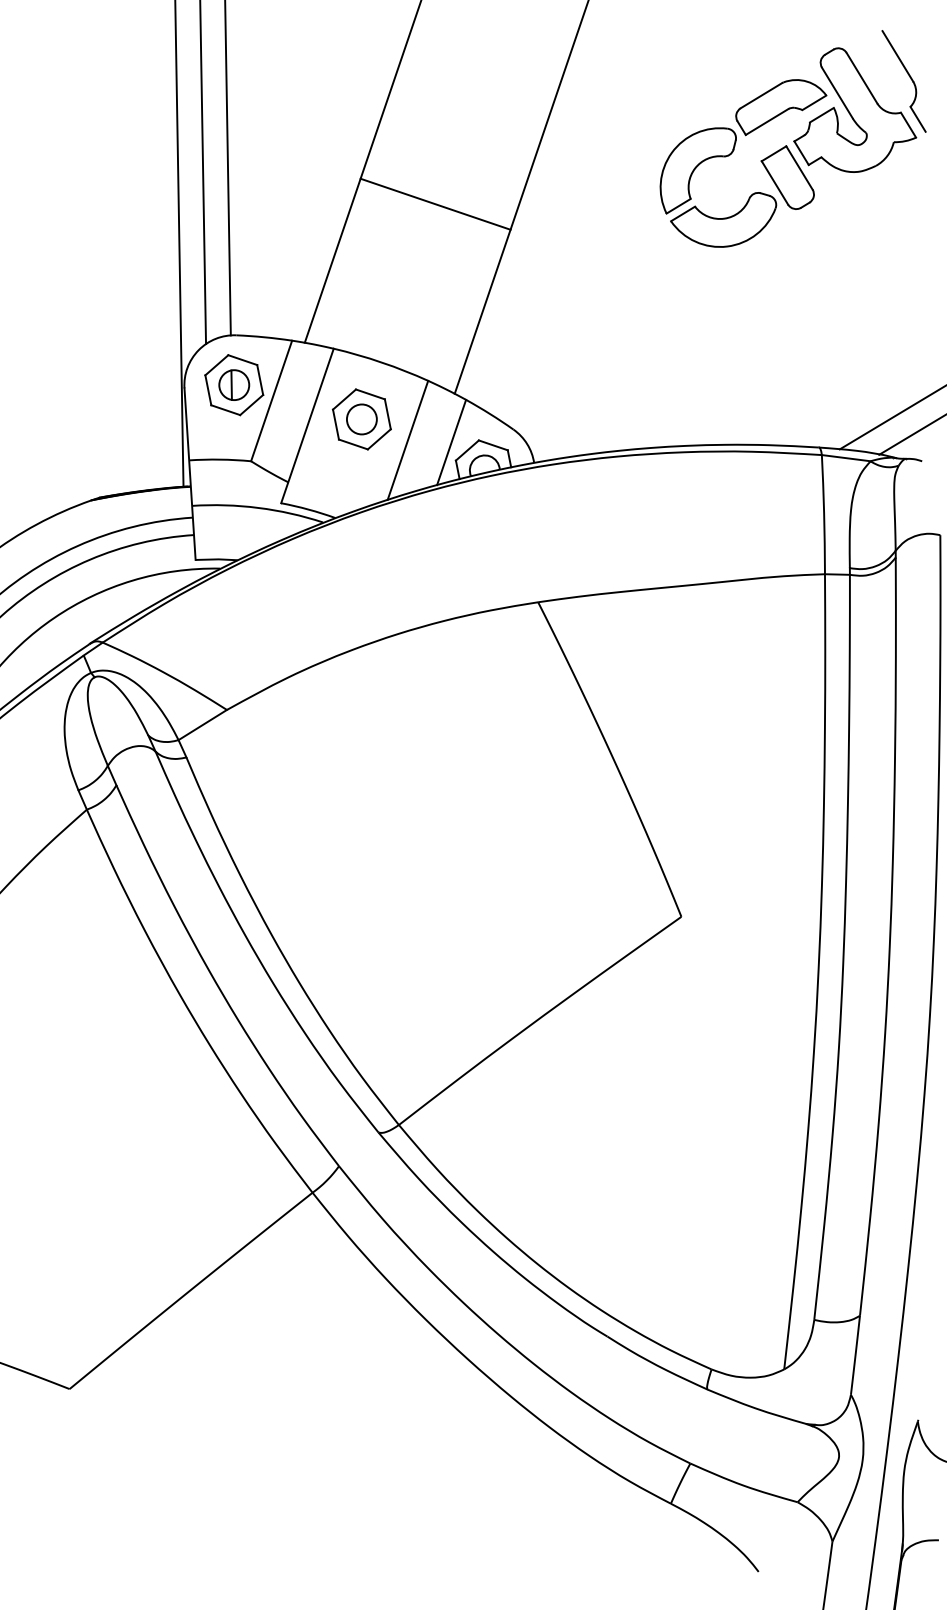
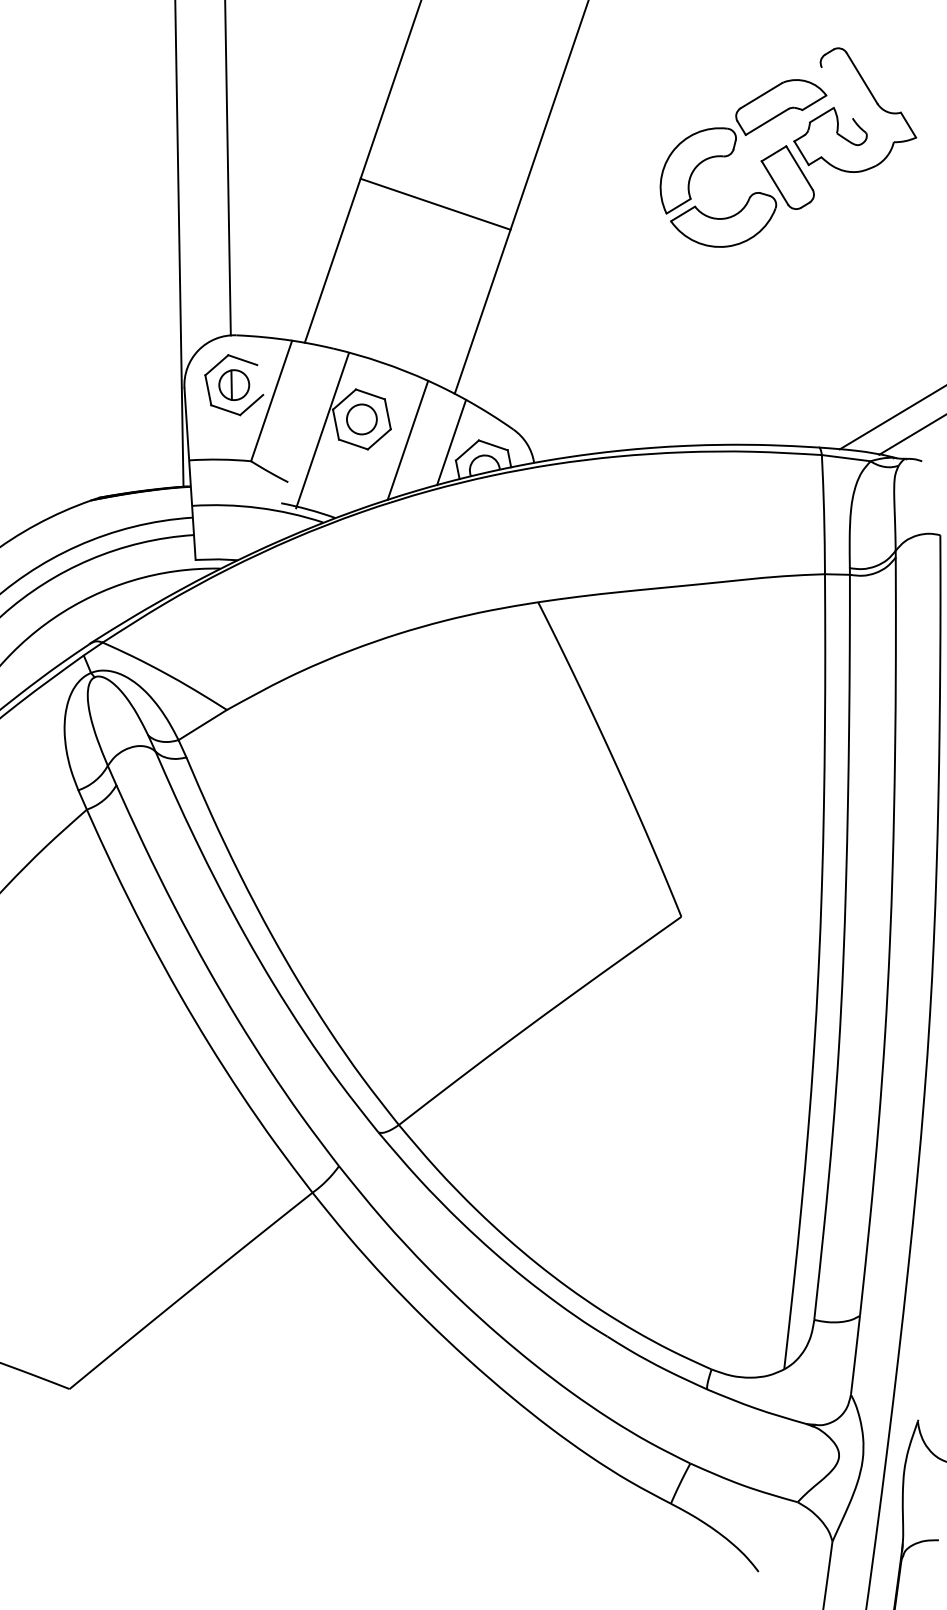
part at (909, 77): present -> none
line at (837, 92): present -> none
line at (203, 173): present -> none
line at (260, 380): present -> none
line at (307, 425) position: (307, 425) -> (322, 430)
